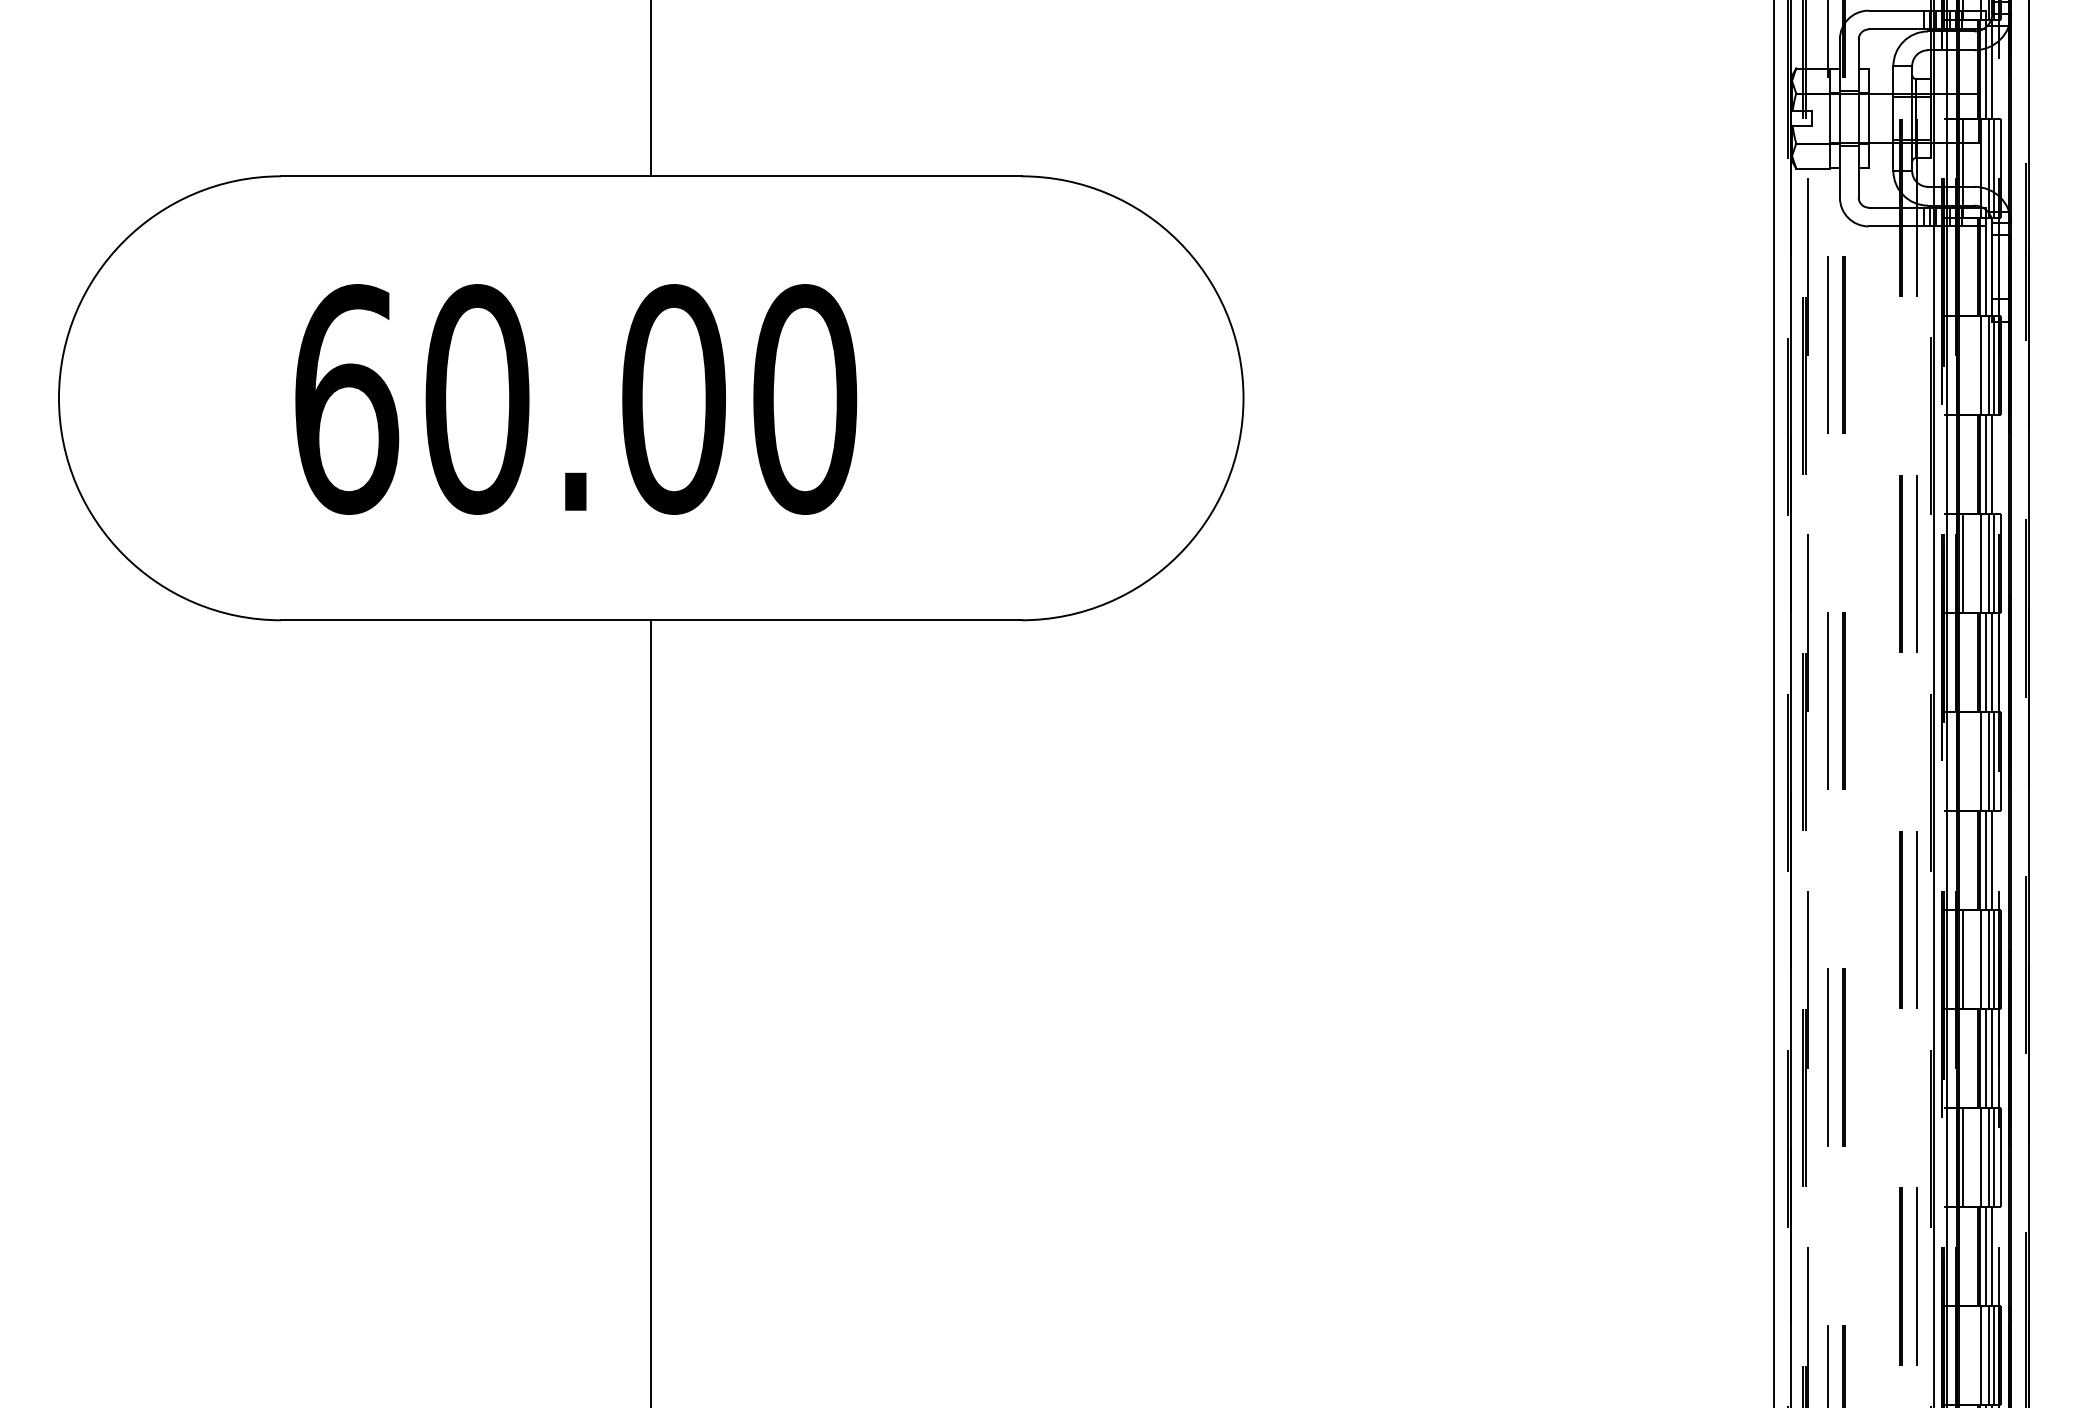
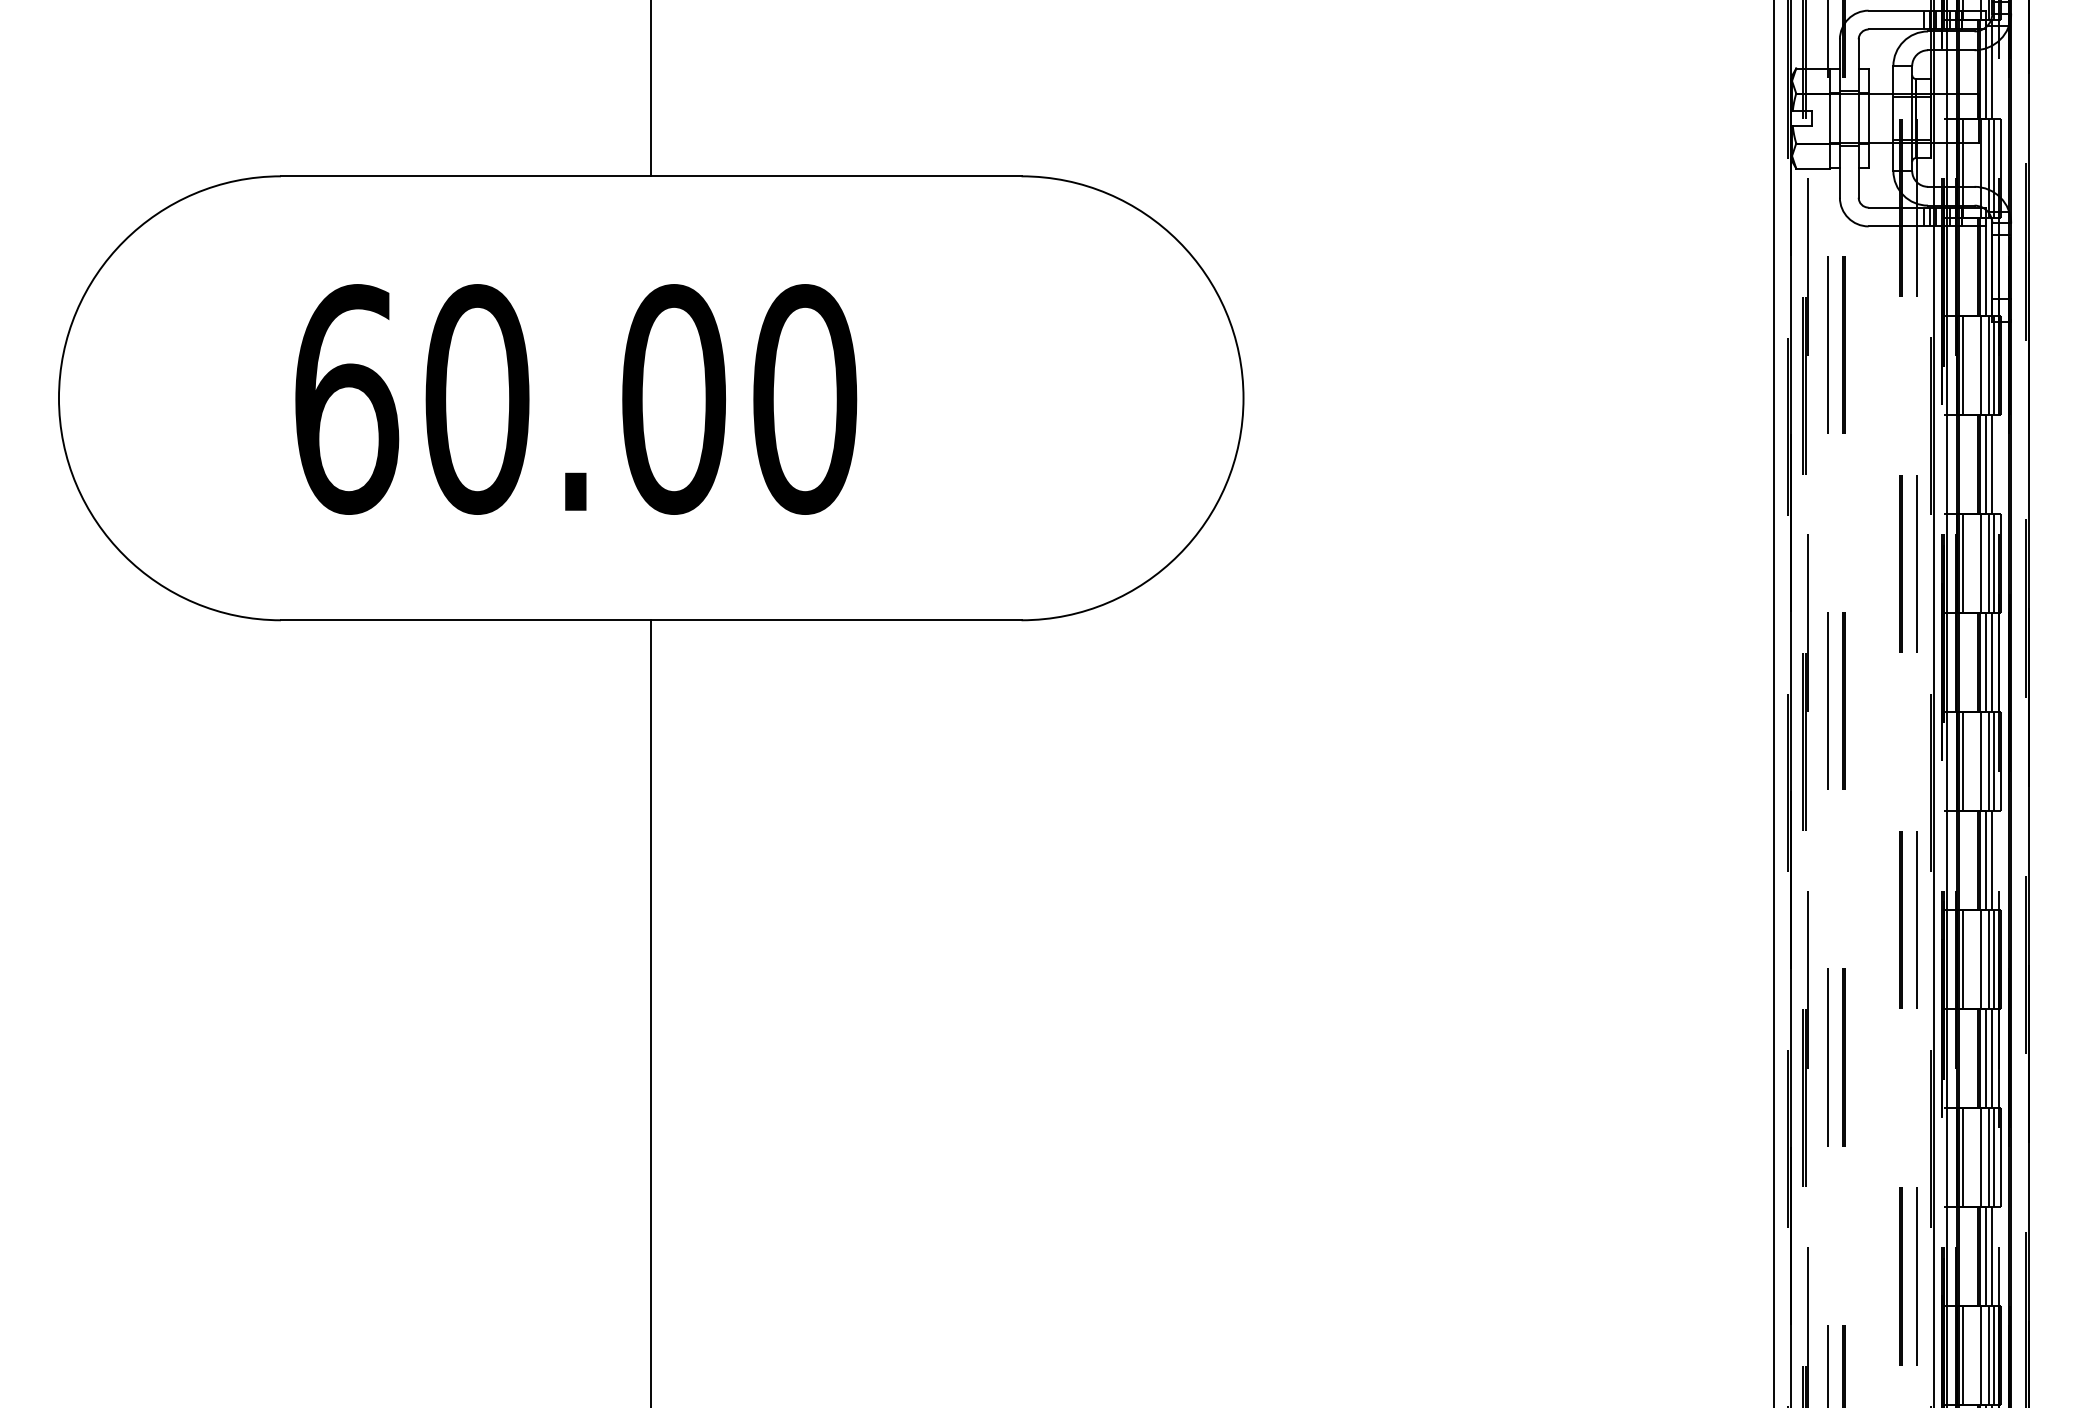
line at (1962, 365): none -> present
line at (1962, 761): none -> present
line at (1962, 1355): none -> present
